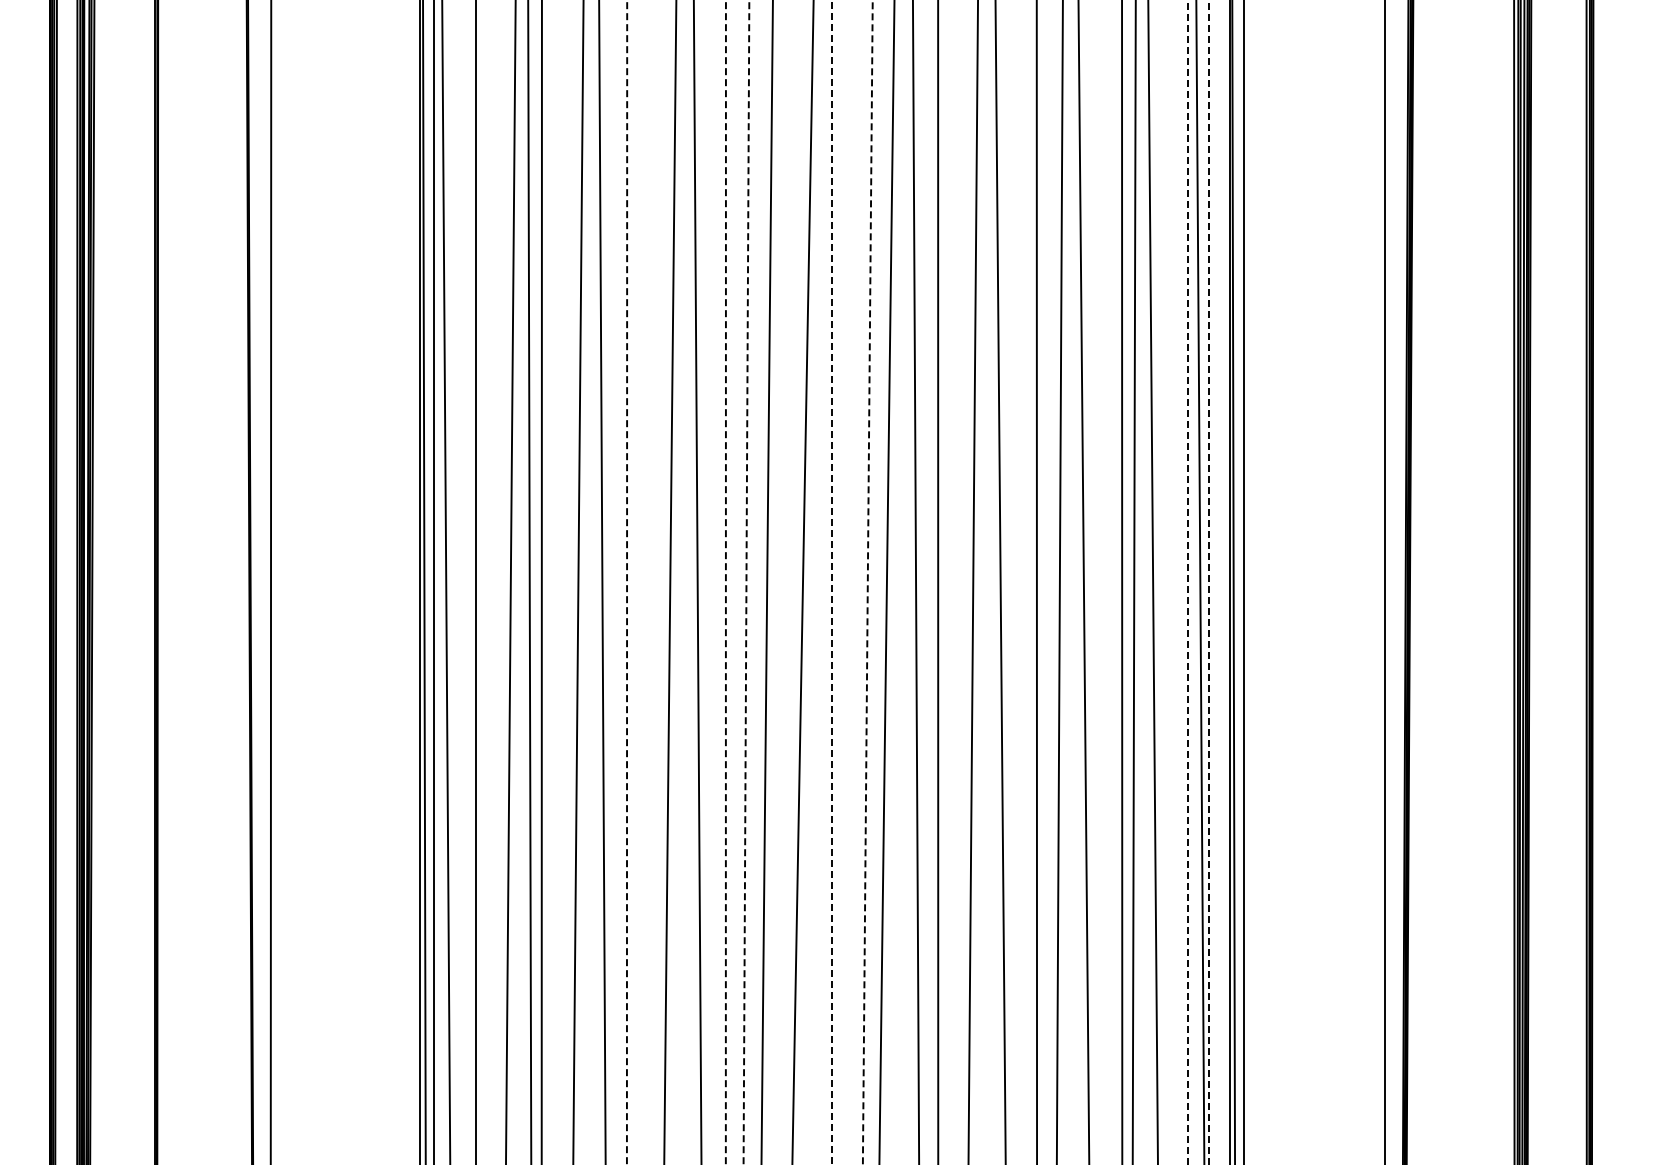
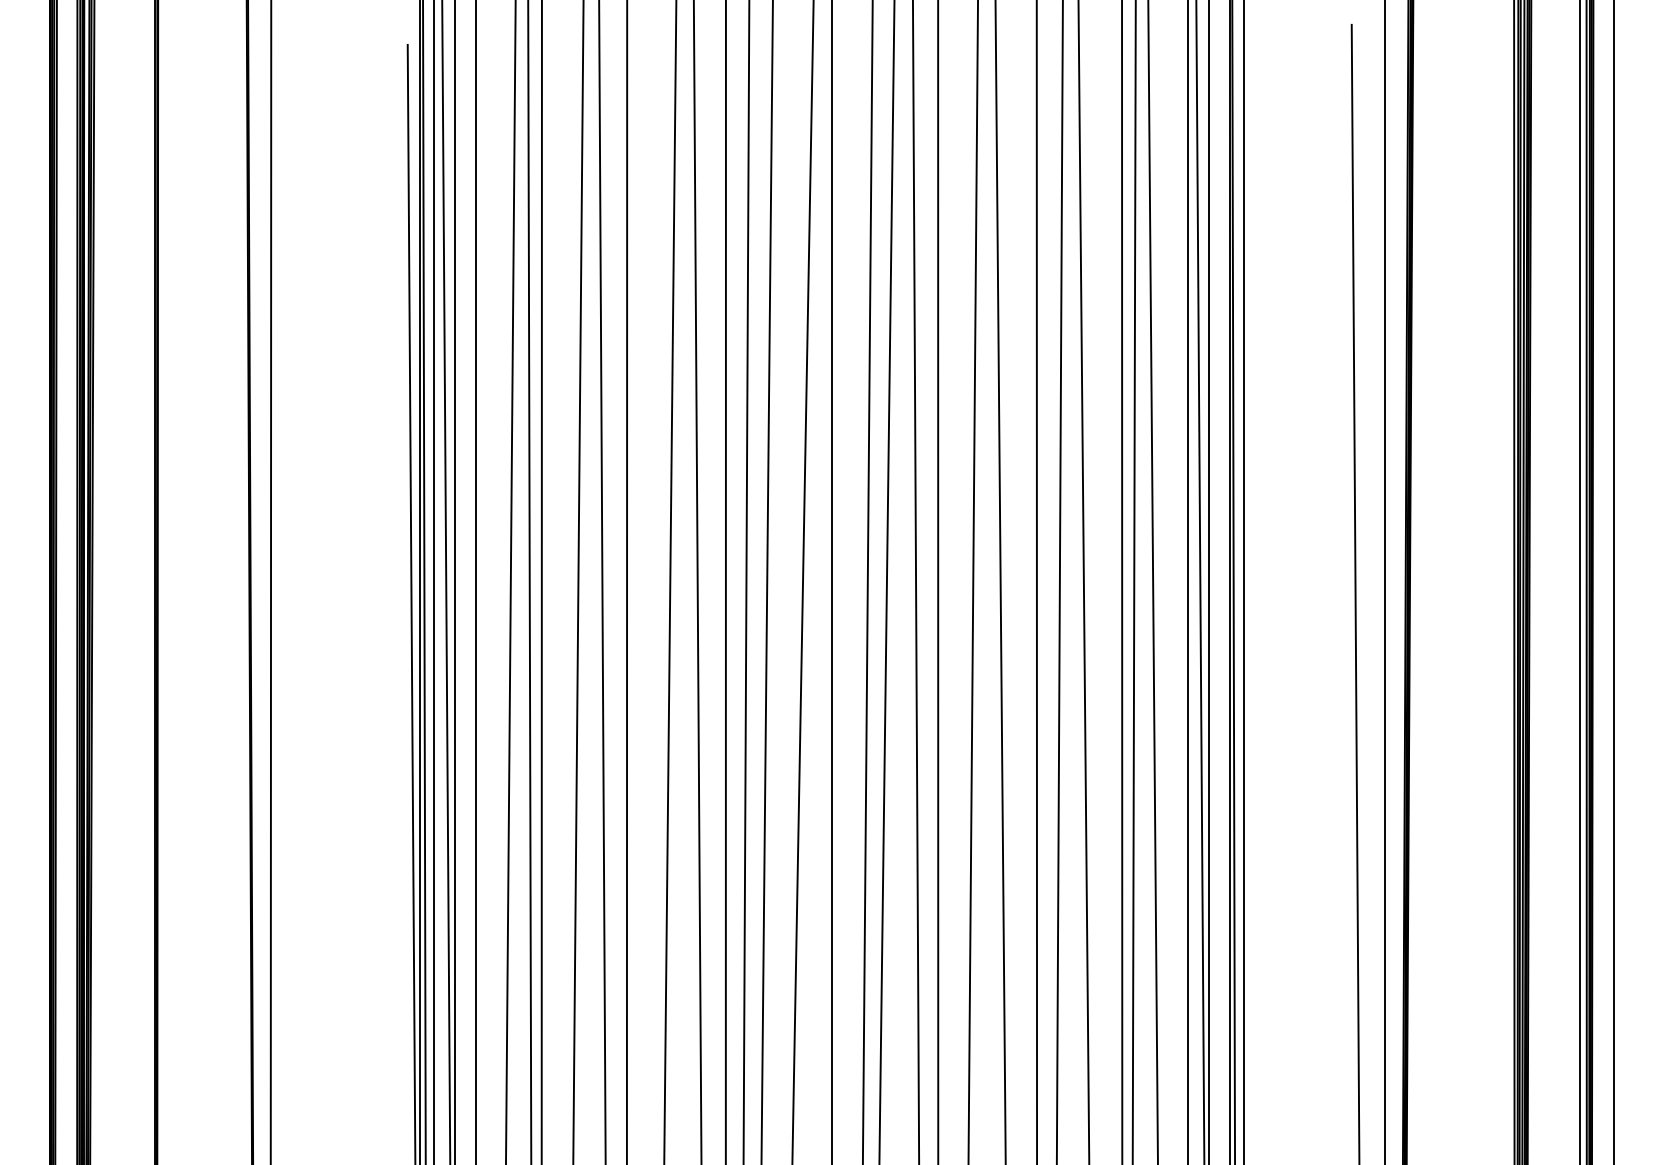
line at (454, 581): none -> present
line at (1579, 581): none -> present
line at (1614, 581): none -> present
line at (627, 582): dashed -> solid
line at (725, 582): dashed -> solid
line at (746, 582): dashed -> solid
line at (831, 582): dashed -> solid
line at (867, 582): dashed -> solid
line at (1188, 582): dashed -> solid
line at (1209, 582): dashed -> solid
line at (1355, 592): none -> present
line at (411, 602): none -> present
